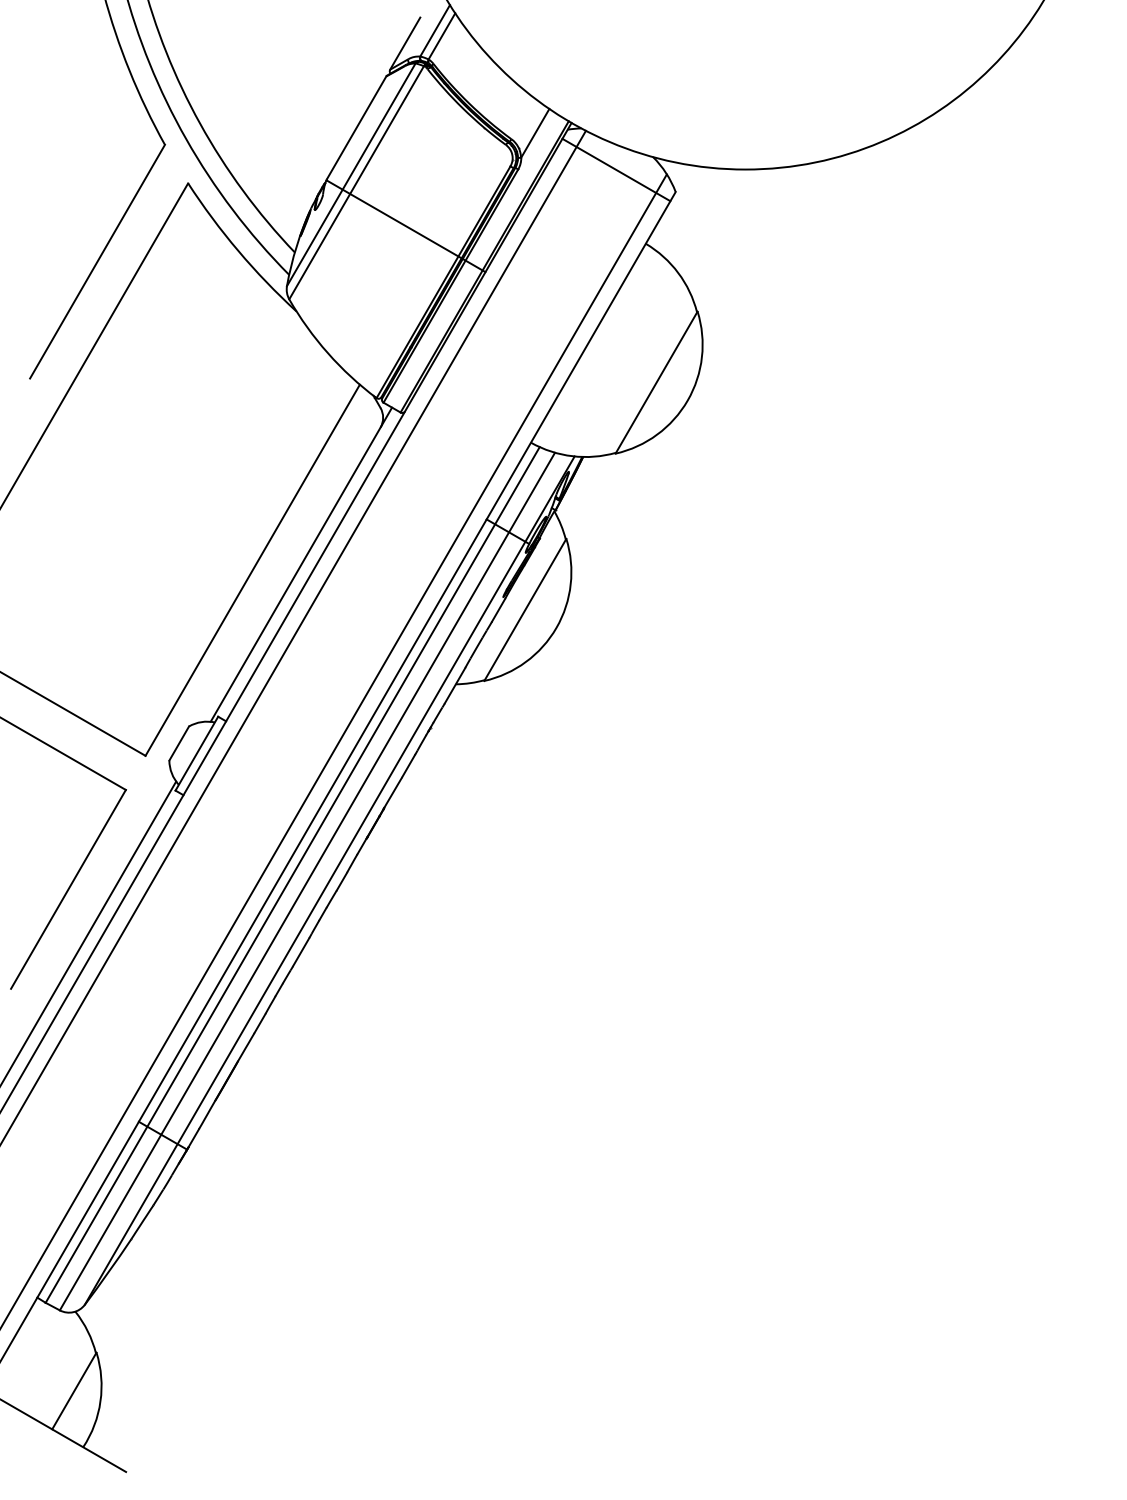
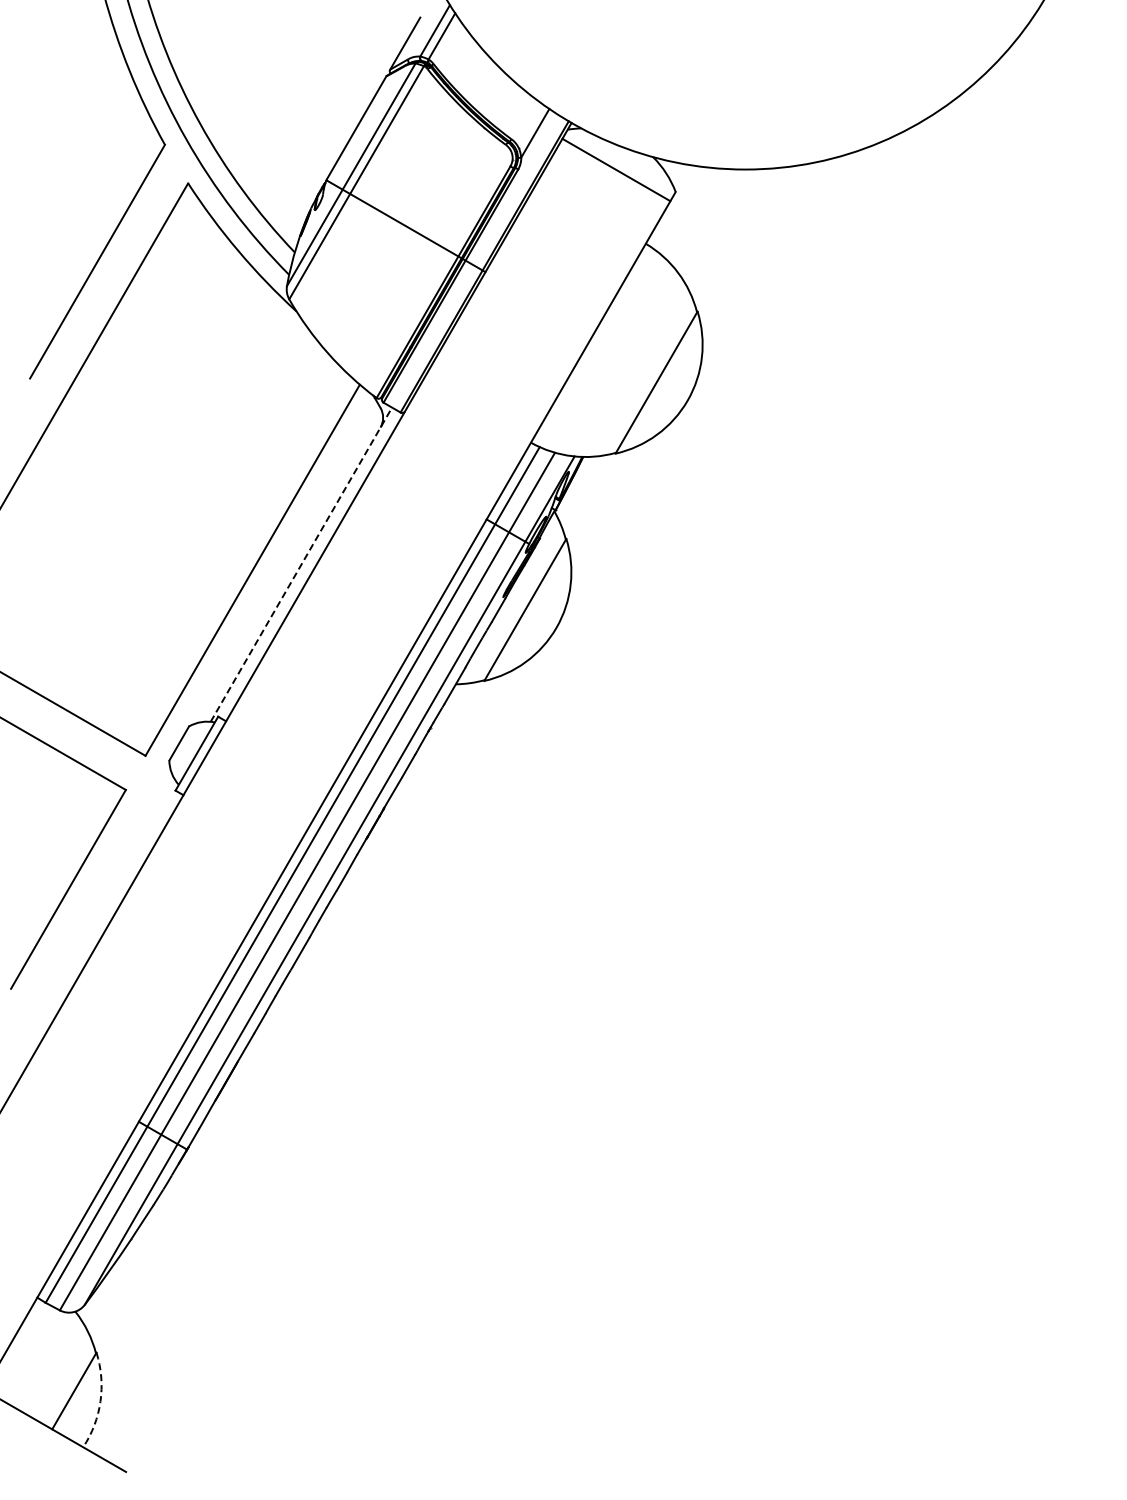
line at (301, 564): solid -> dashed
line at (293, 636): present -> none
line at (334, 749): present -> none
line at (89, 932): present -> none
arc at (100, 1401): solid -> dashed
